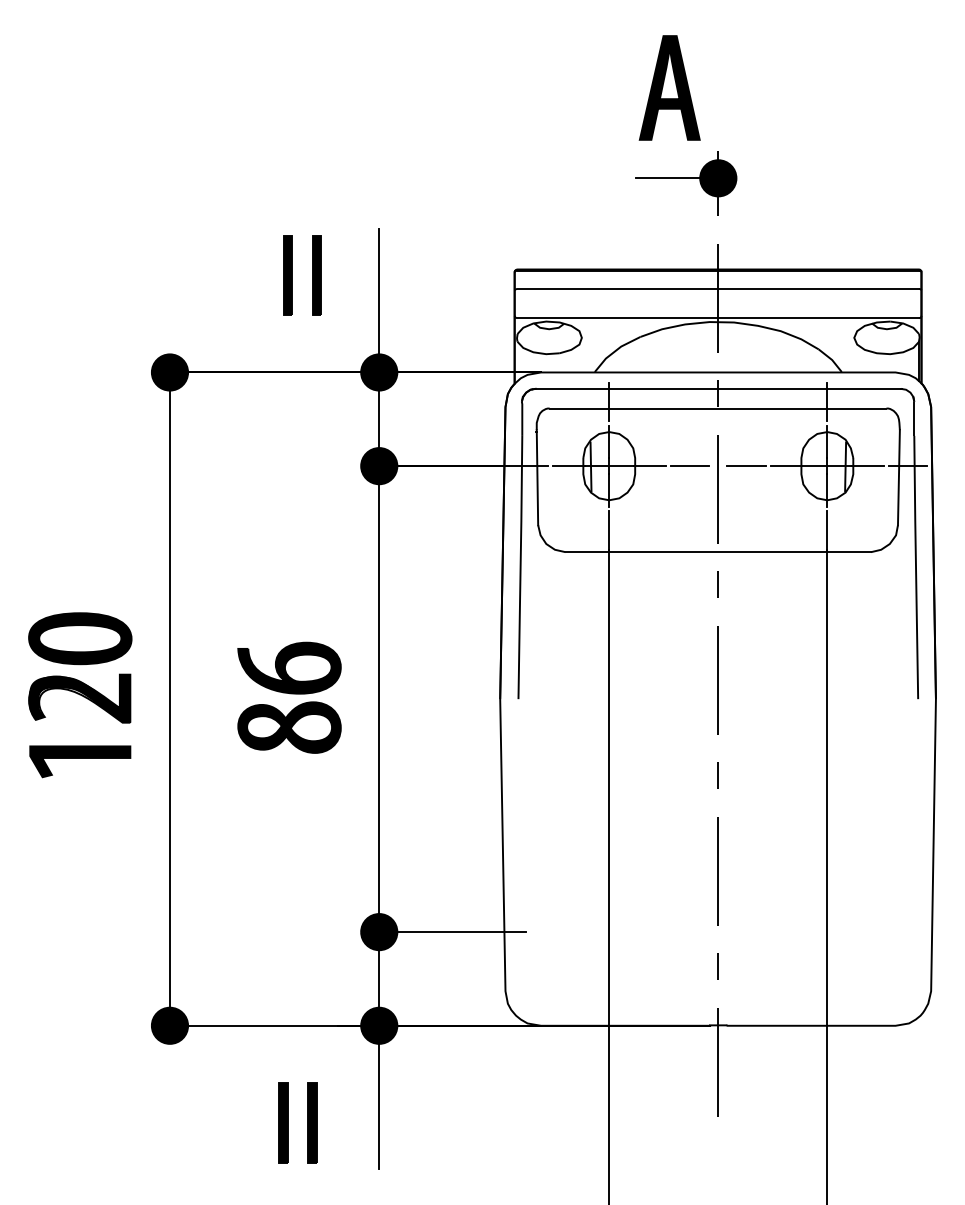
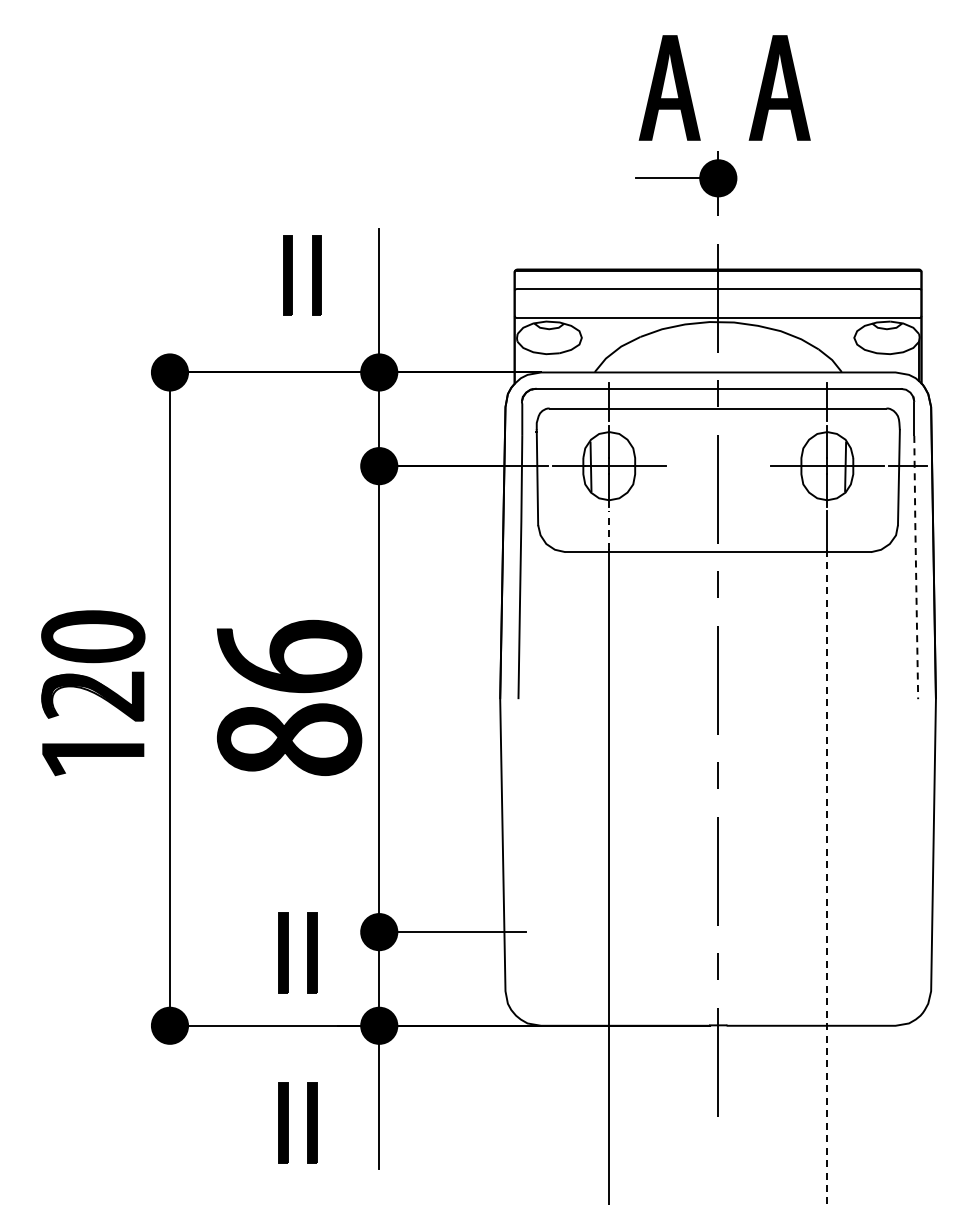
part at (779, 87): none -> present
line at (689, 466): present -> none
line at (746, 466): present -> none
line at (609, 530): solid -> dashed
line at (916, 568): solid -> dashed
part at (80, 695) position: (80, 695) -> (93, 693)
part at (289, 697) size: 105x113 px -> 146x157 px
line at (827, 877): solid -> dashed
part at (288, 952): none -> present
